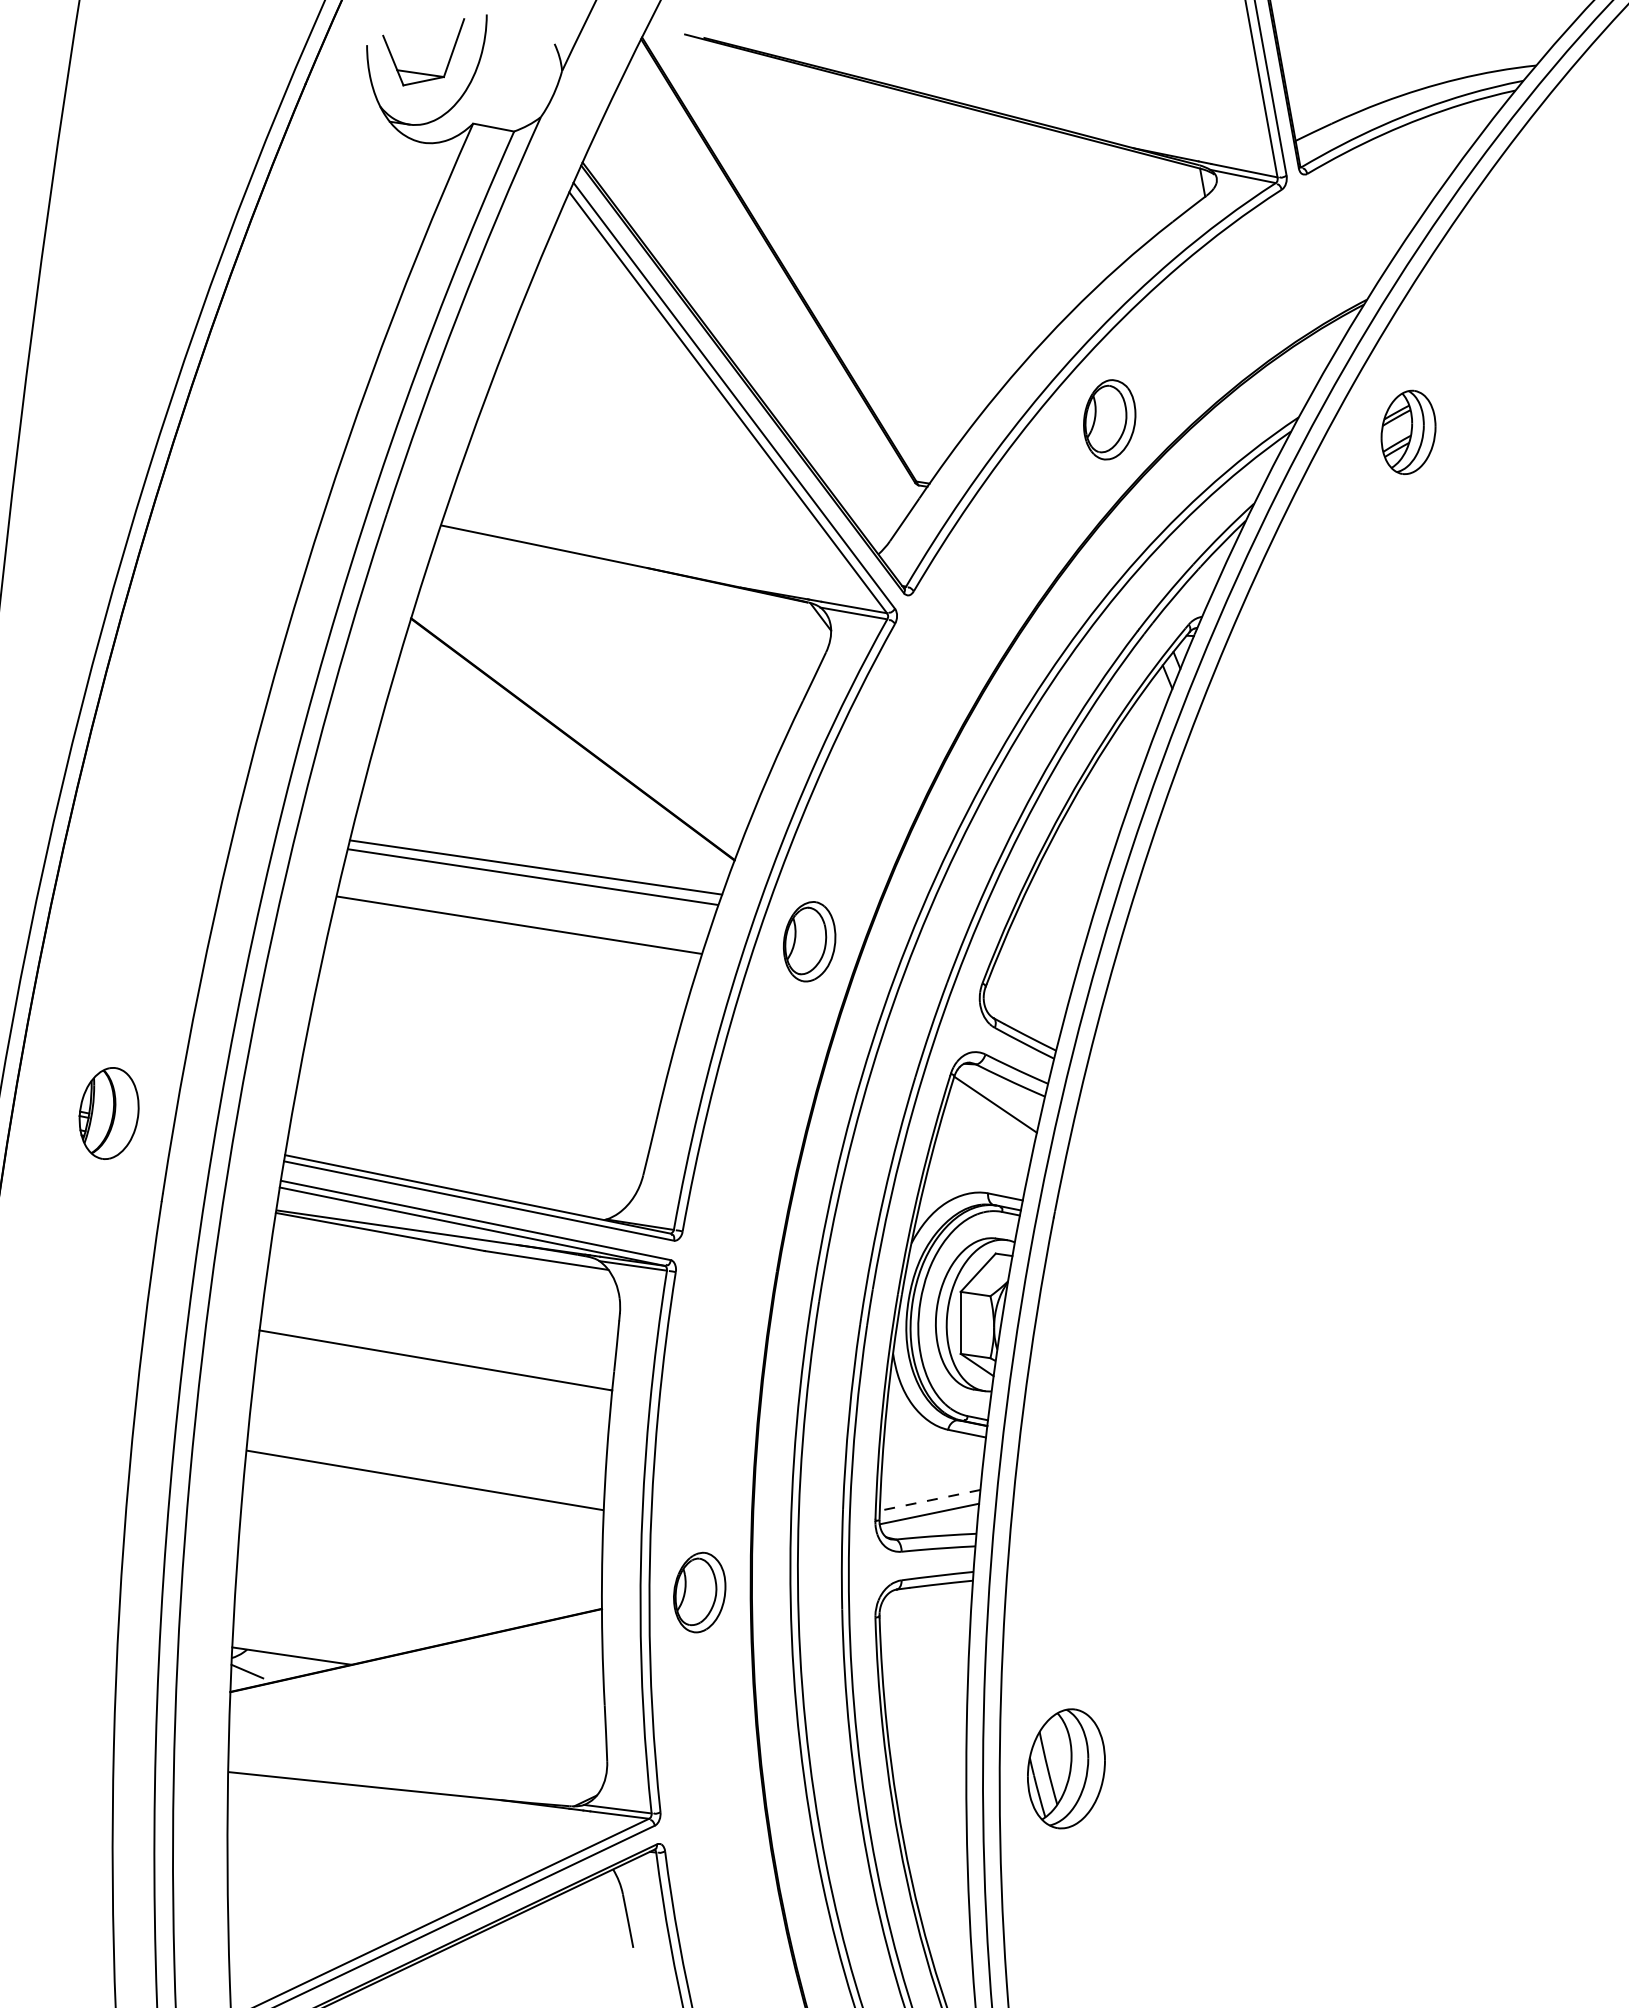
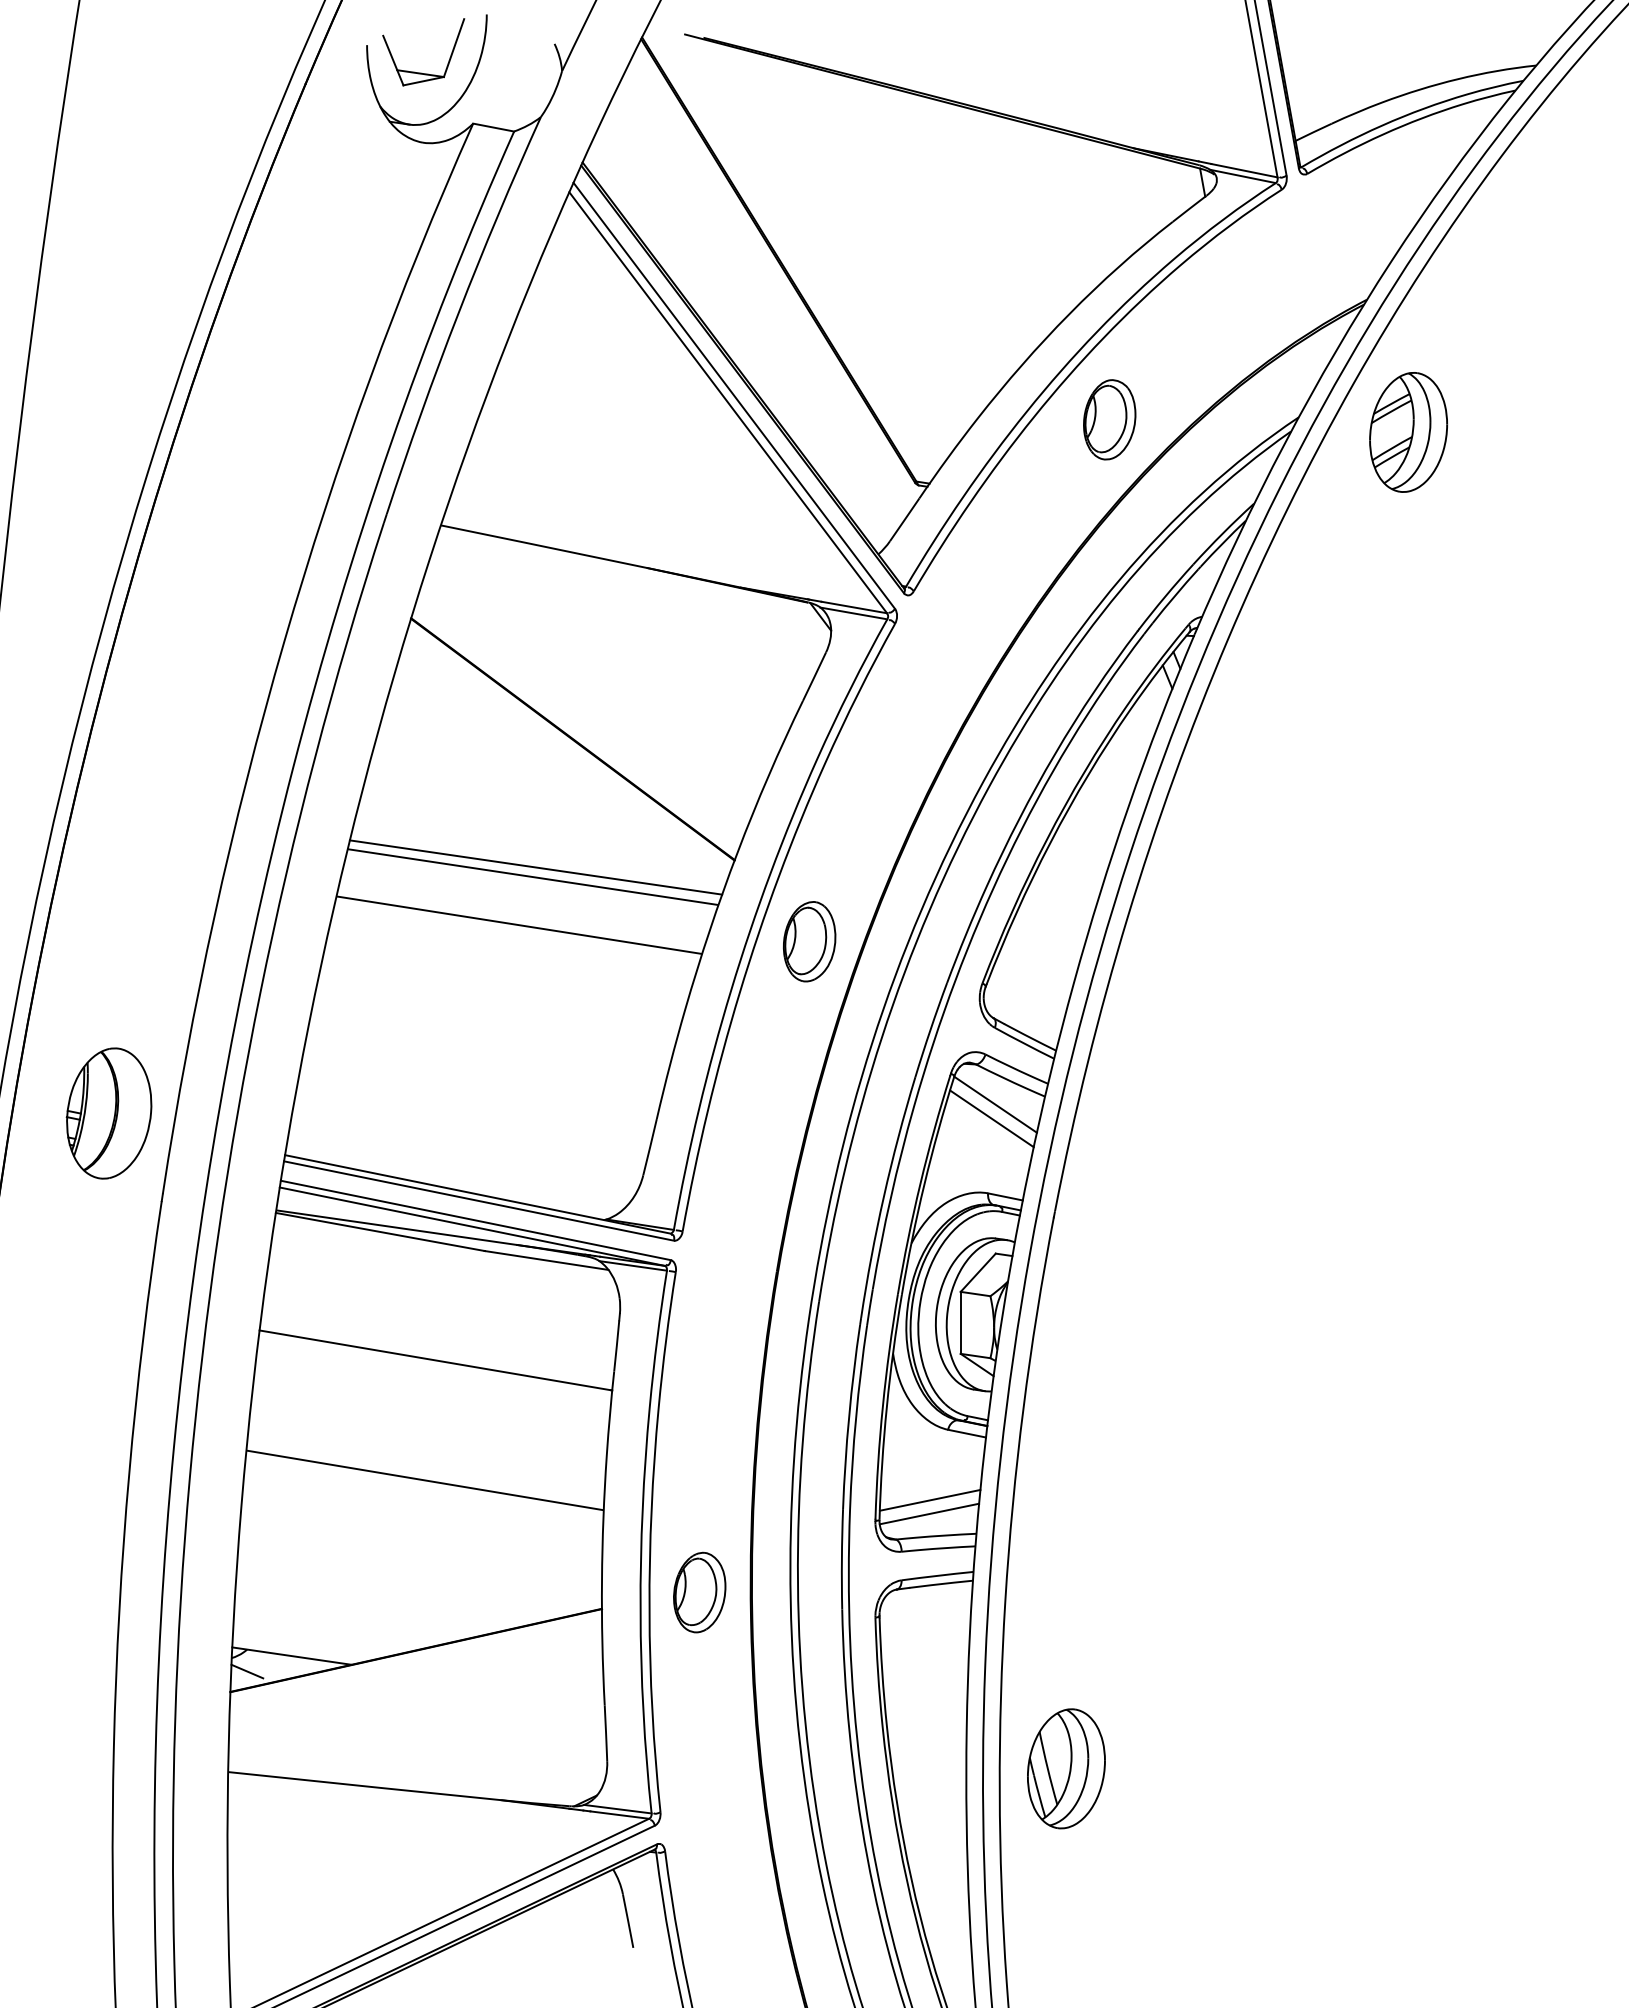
part at (1408, 431) size: 57x86 px -> 79x121 px
part at (108, 1113) size: 62x93 px -> 88x133 px
line at (991, 1118): none -> present
line at (929, 1500): dashed -> solid
